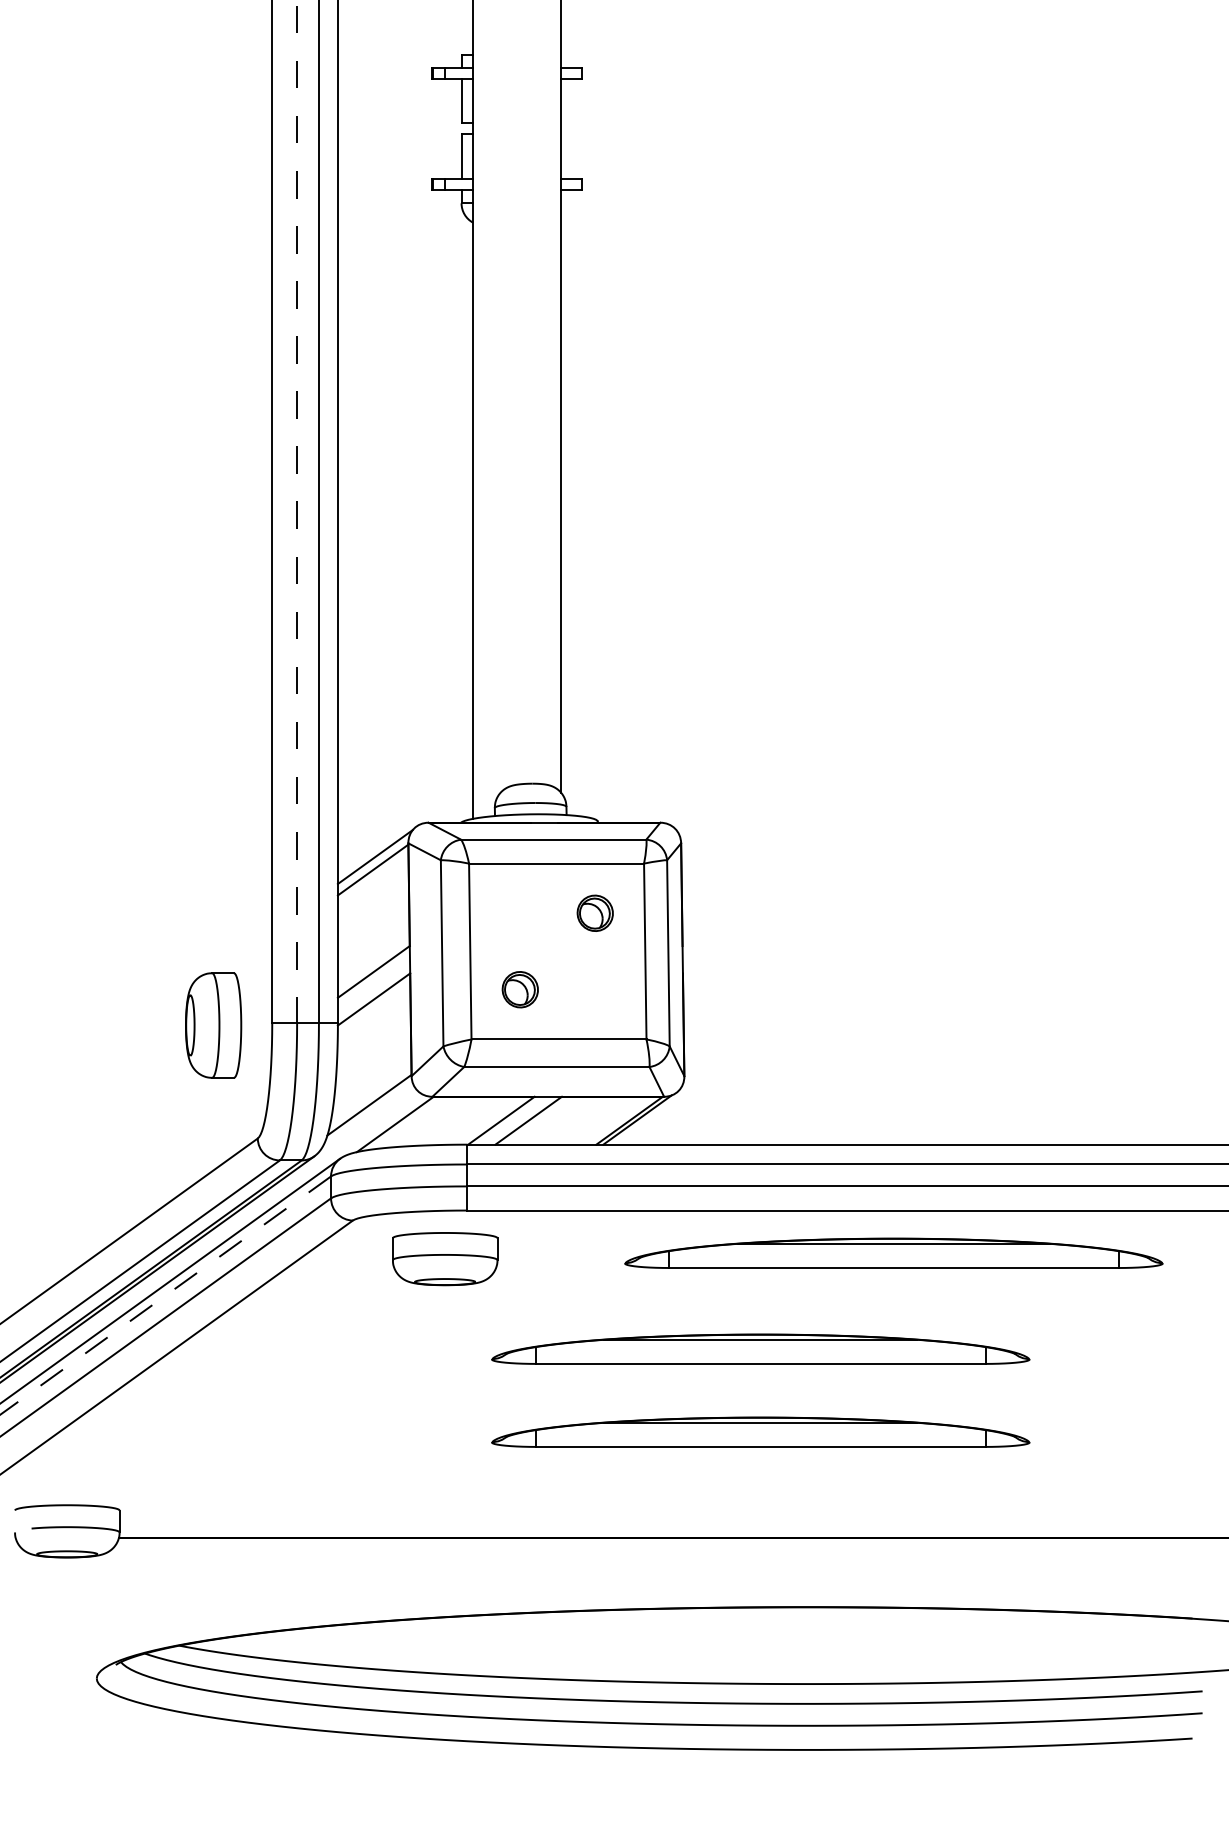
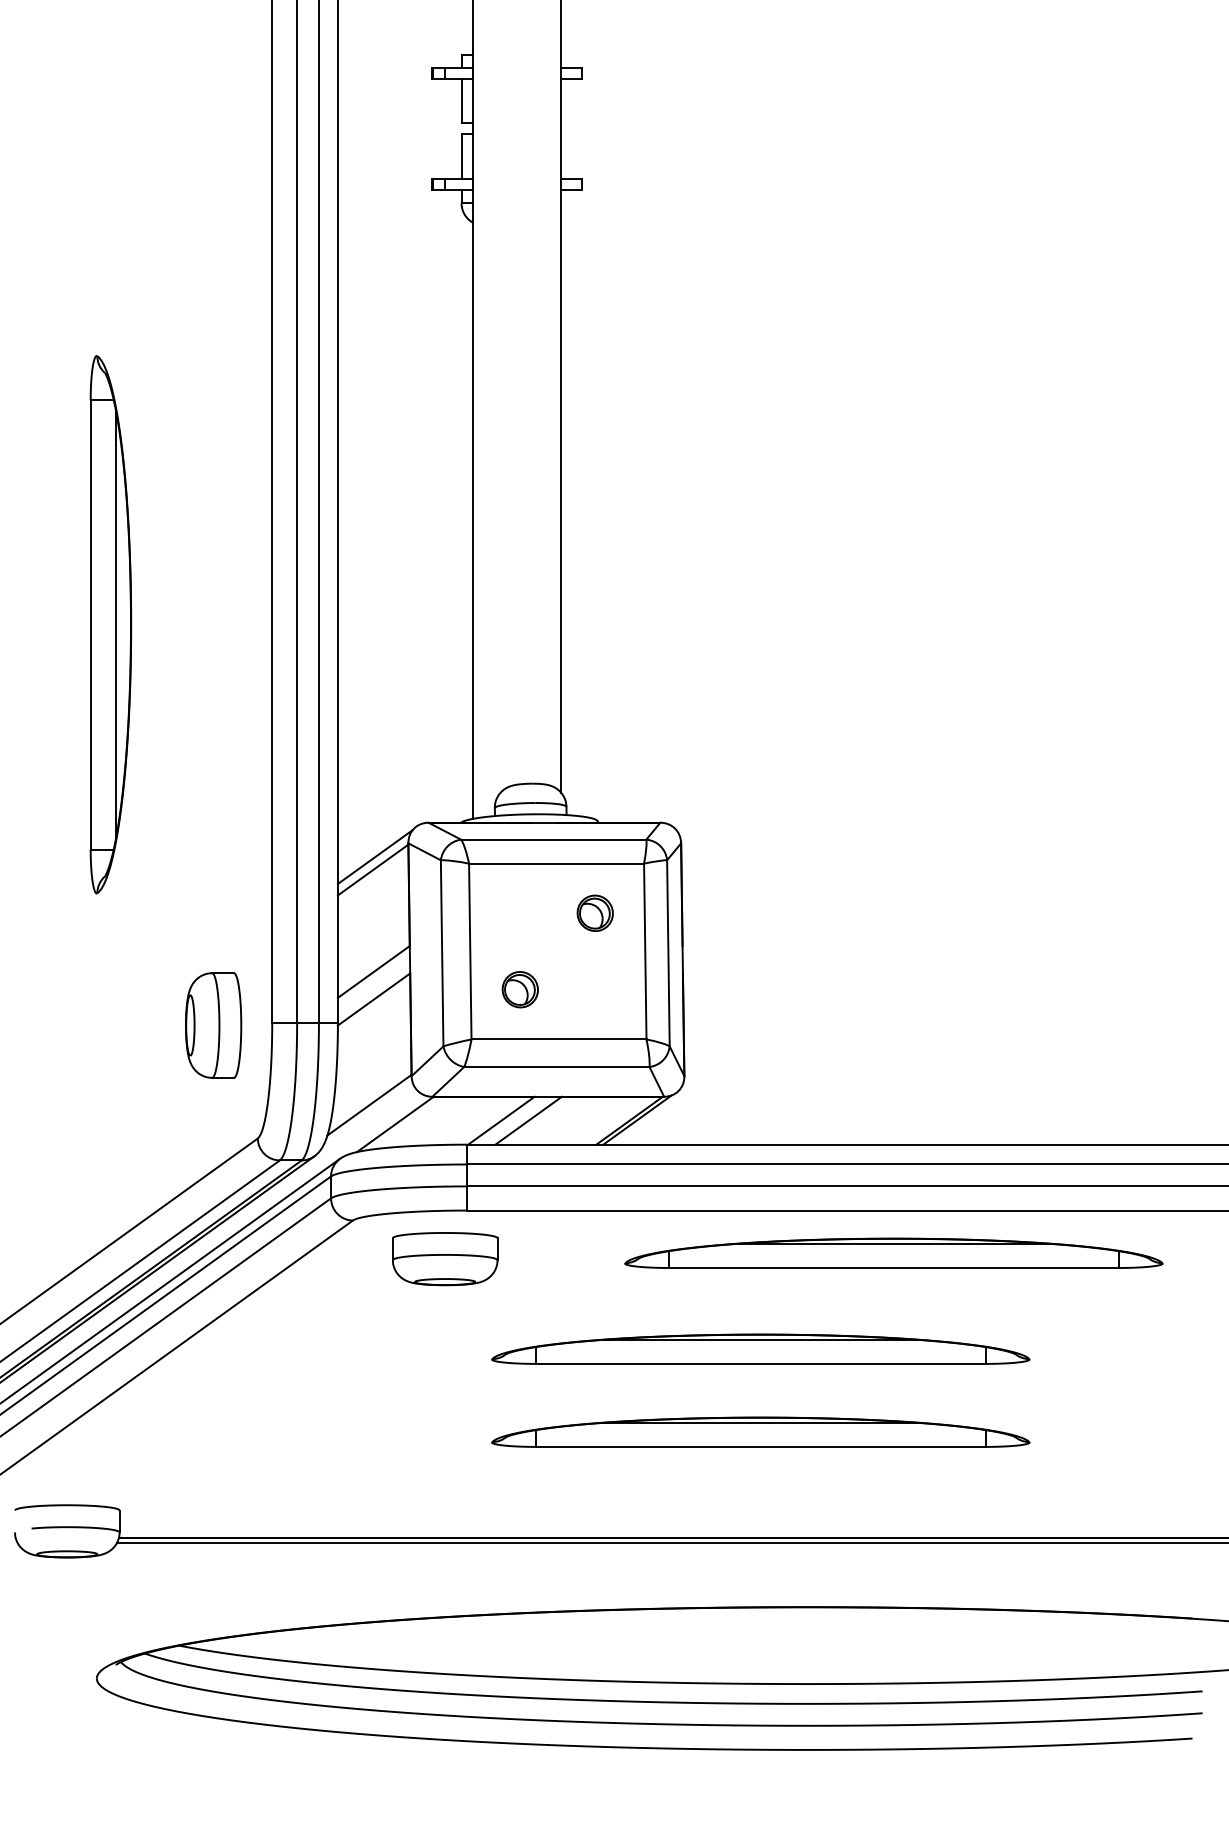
line at (297, 512): dashed -> solid
part at (110, 624): none -> present
line at (165, 1295): dashed -> solid
line at (671, 1542): none -> present
